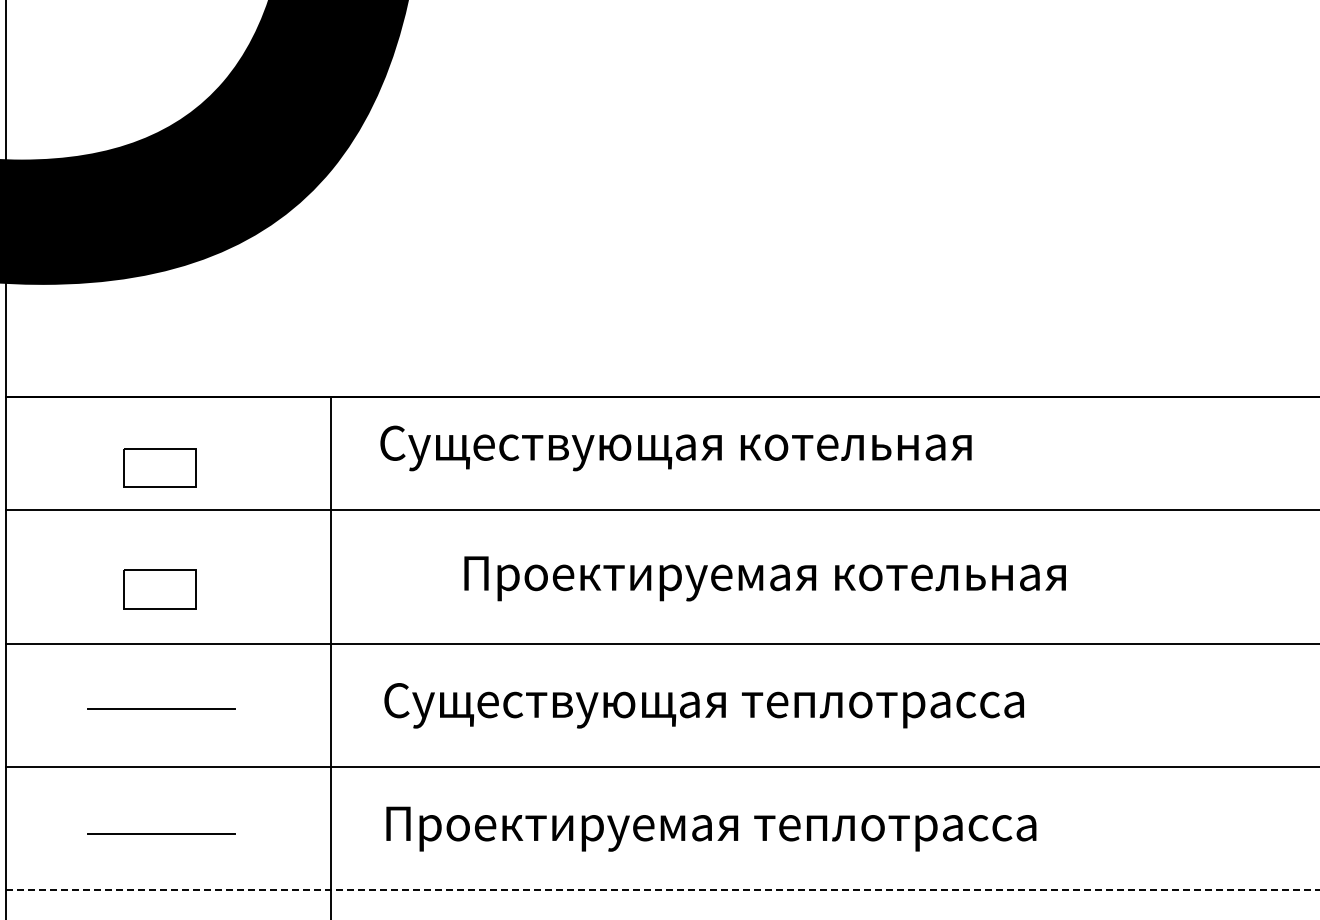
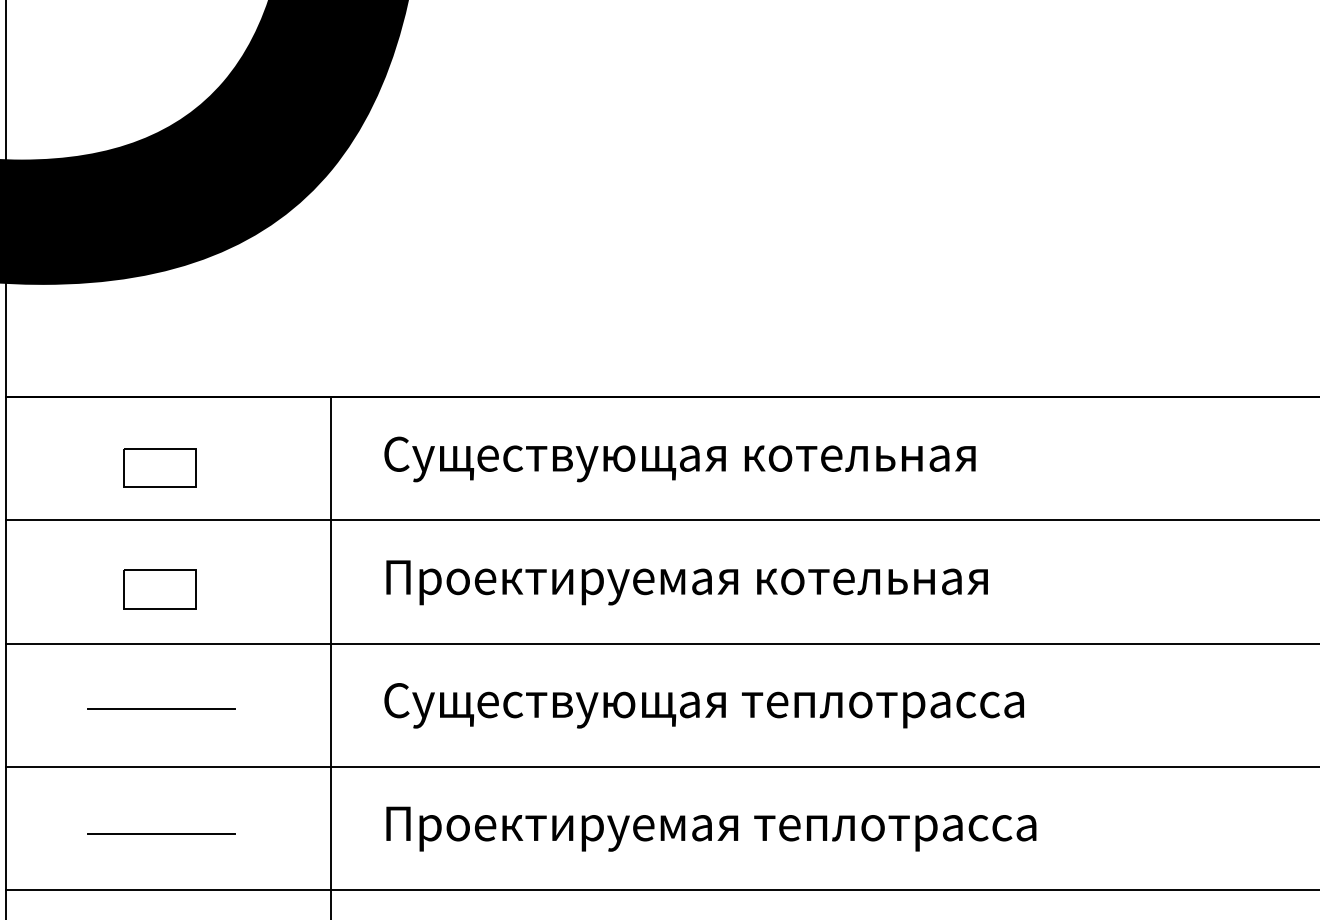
text at (675, 448) position: (675, 448) -> (679, 459)
line at (660, 510) position: (660, 510) -> (660, 520)
text at (764, 578) position: (764, 578) -> (686, 582)
line at (662, 889): dashed -> solid
